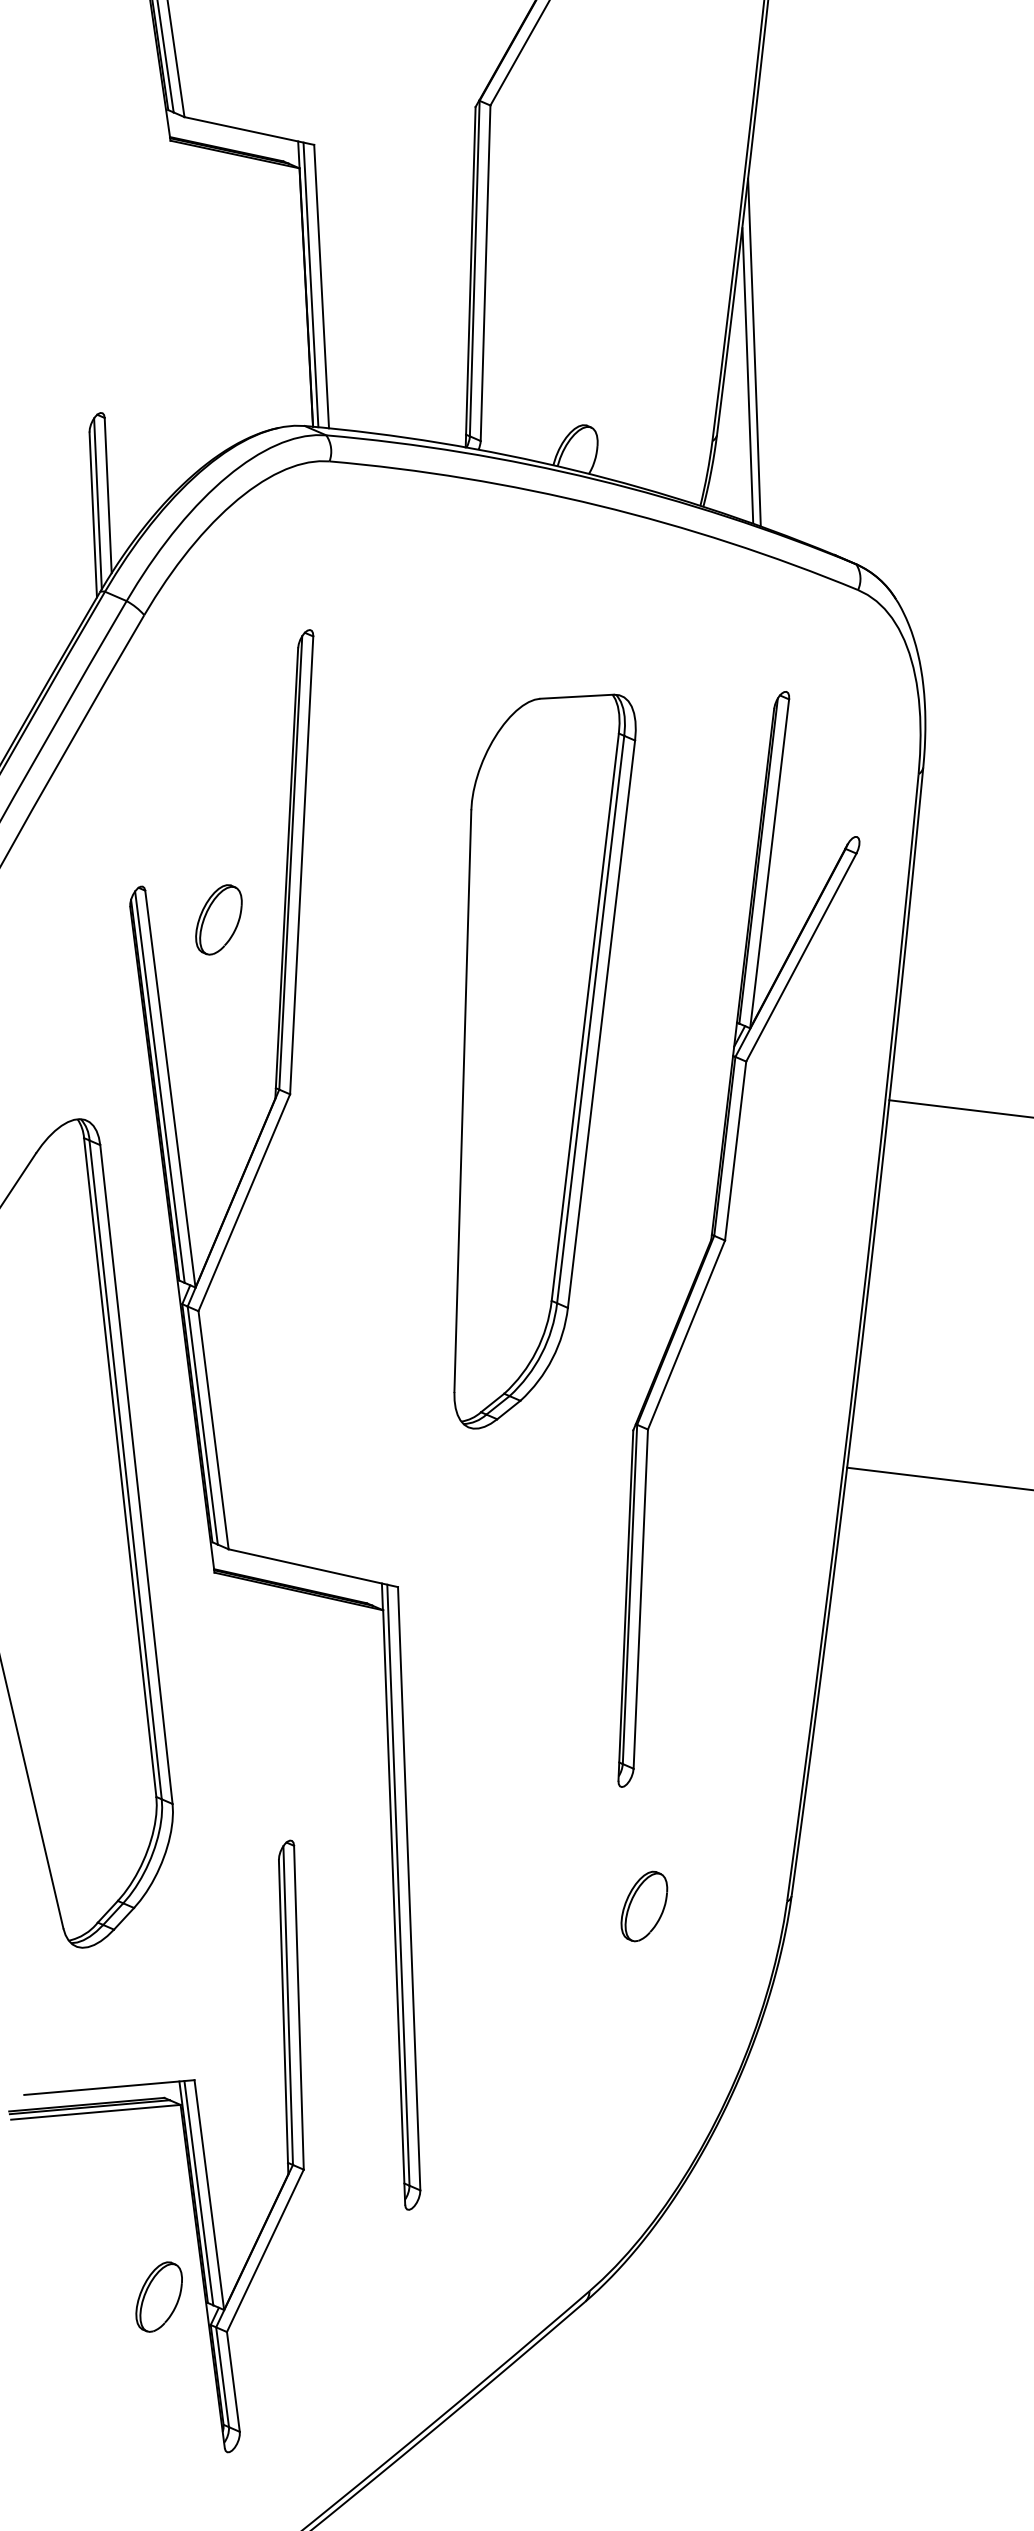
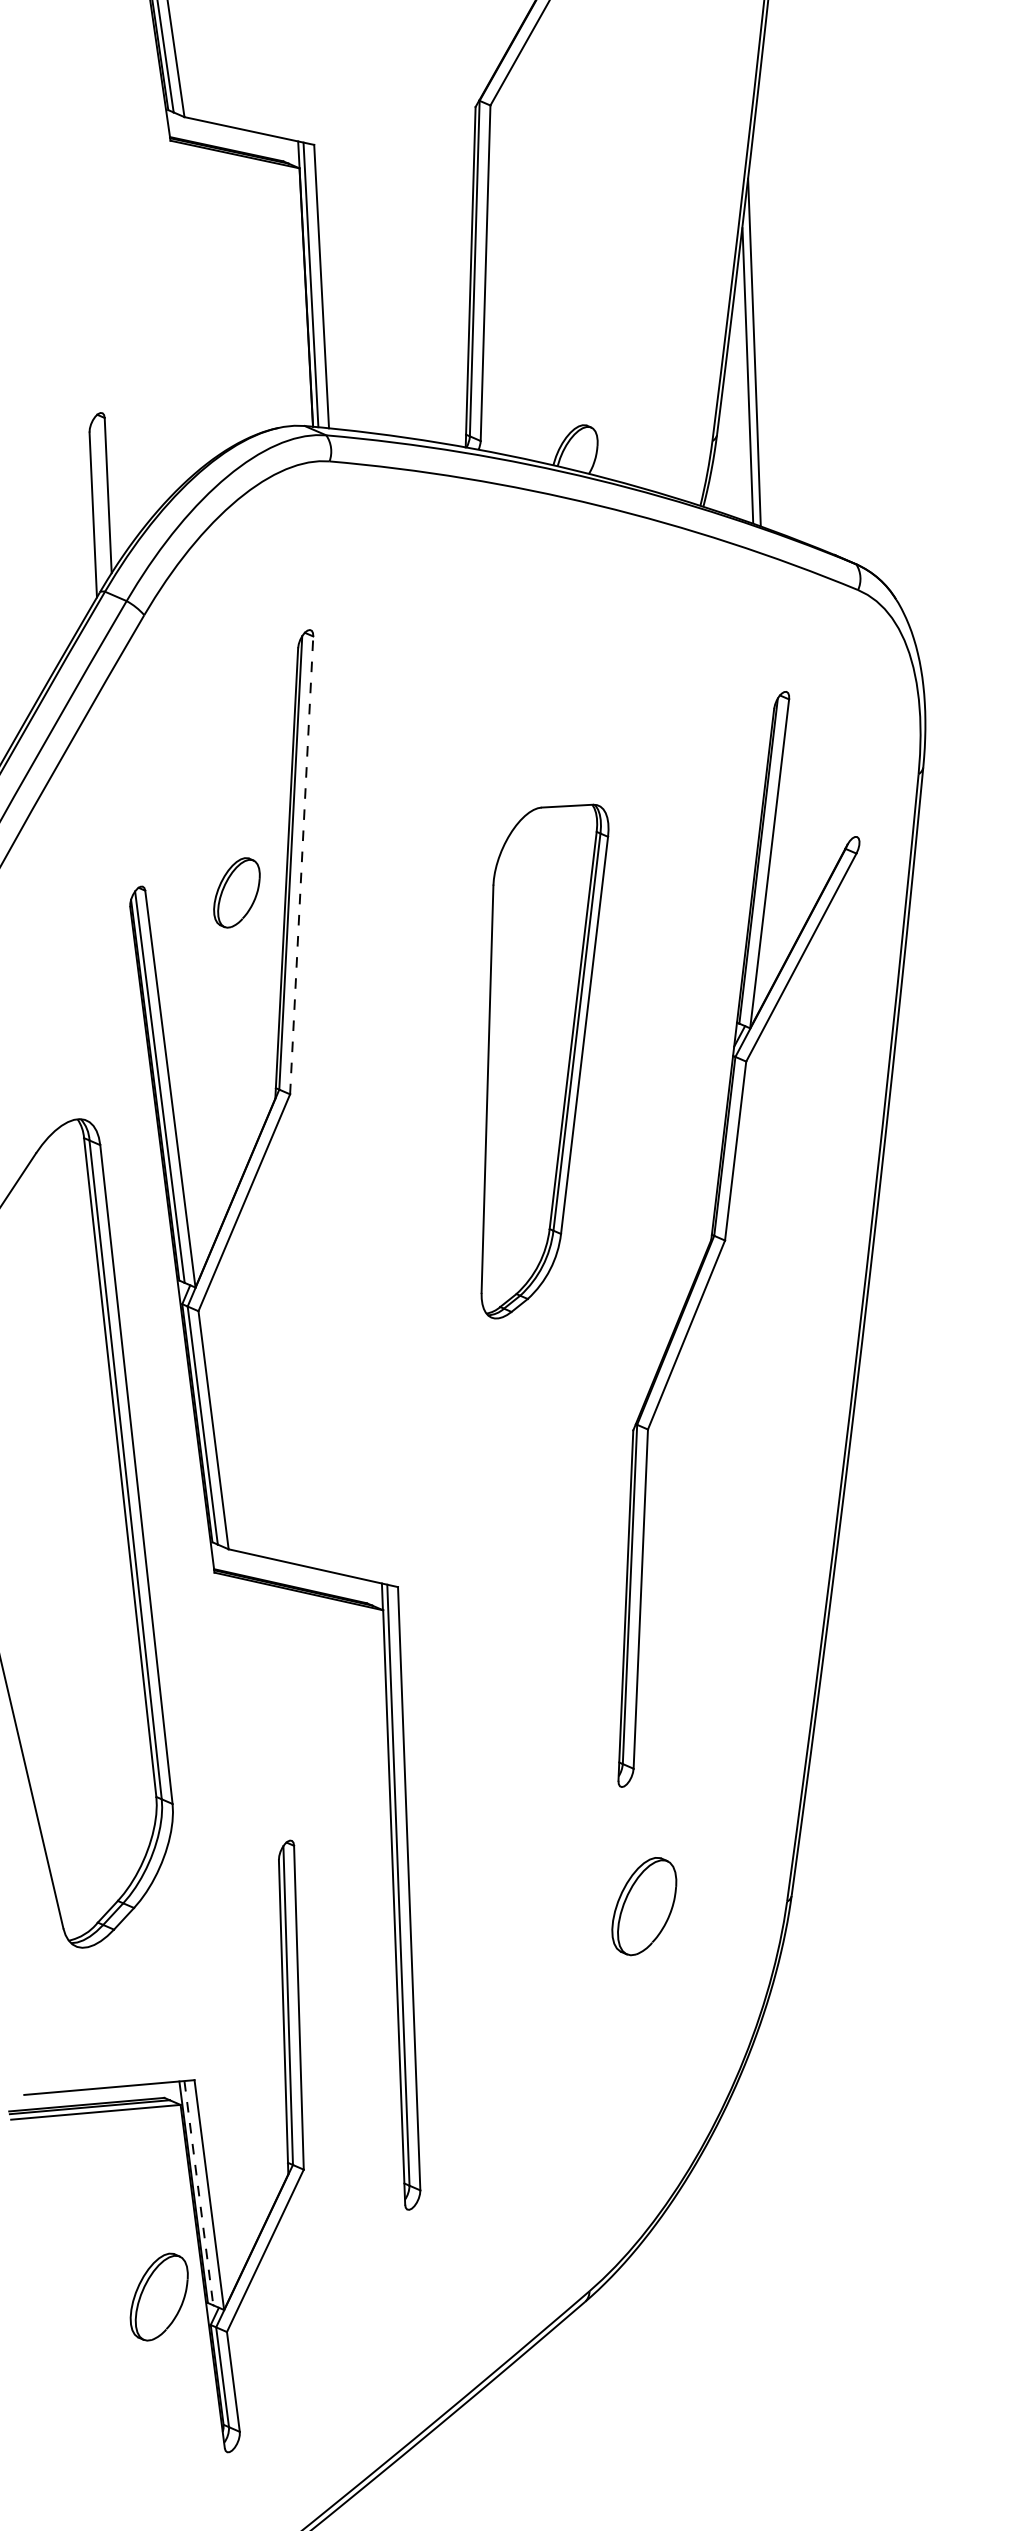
line at (97, 503): present -> none
line at (301, 864): solid -> dashed
part at (218, 919) position: (218, 919) -> (236, 892)
part at (544, 1061) size: 184x737 px -> 130x517 px
line at (959, 1108): present -> none
line at (938, 1478): present -> none
part at (644, 1906) size: 49x73 px -> 67x100 px
line at (198, 2193): solid -> dashed
part at (158, 2296) size: 48x72 px -> 60x90 px
